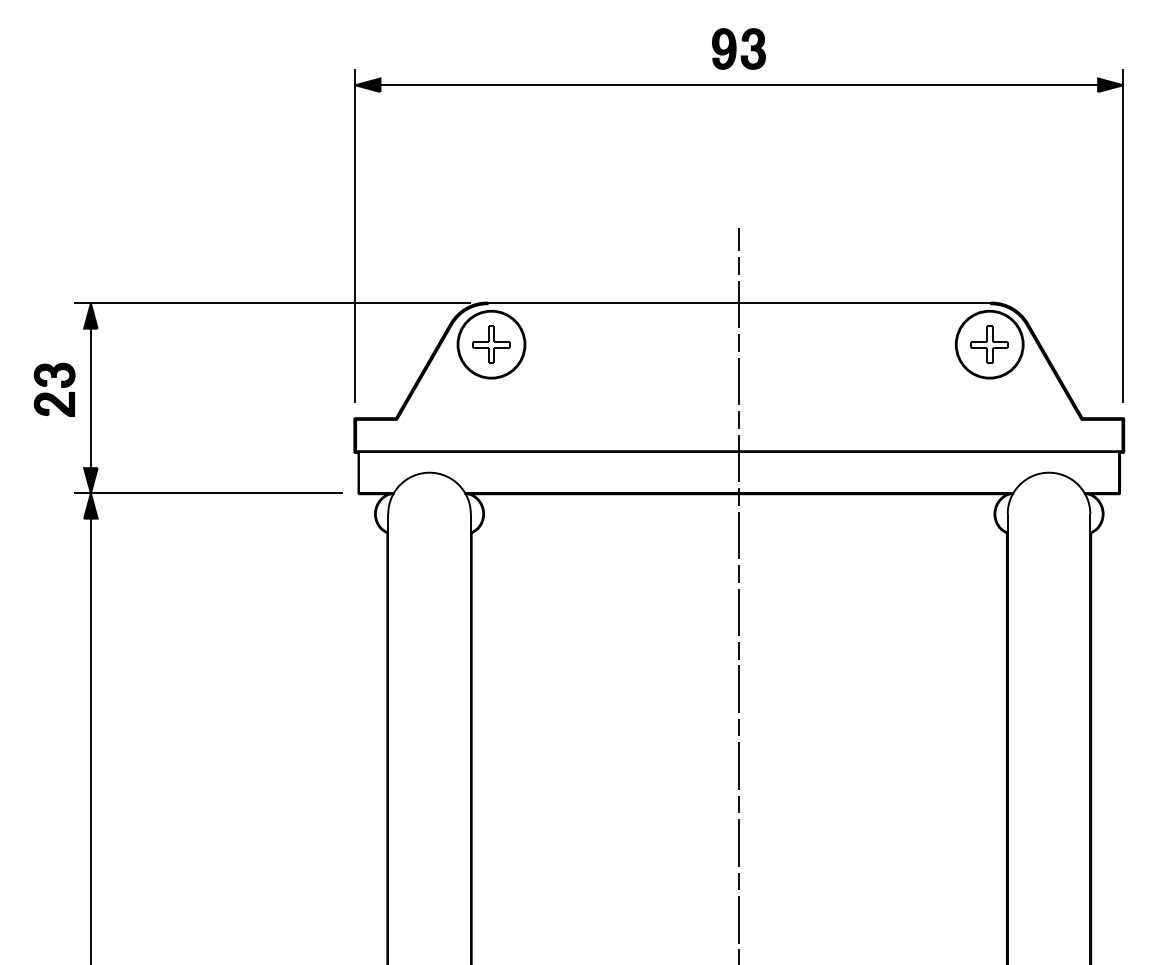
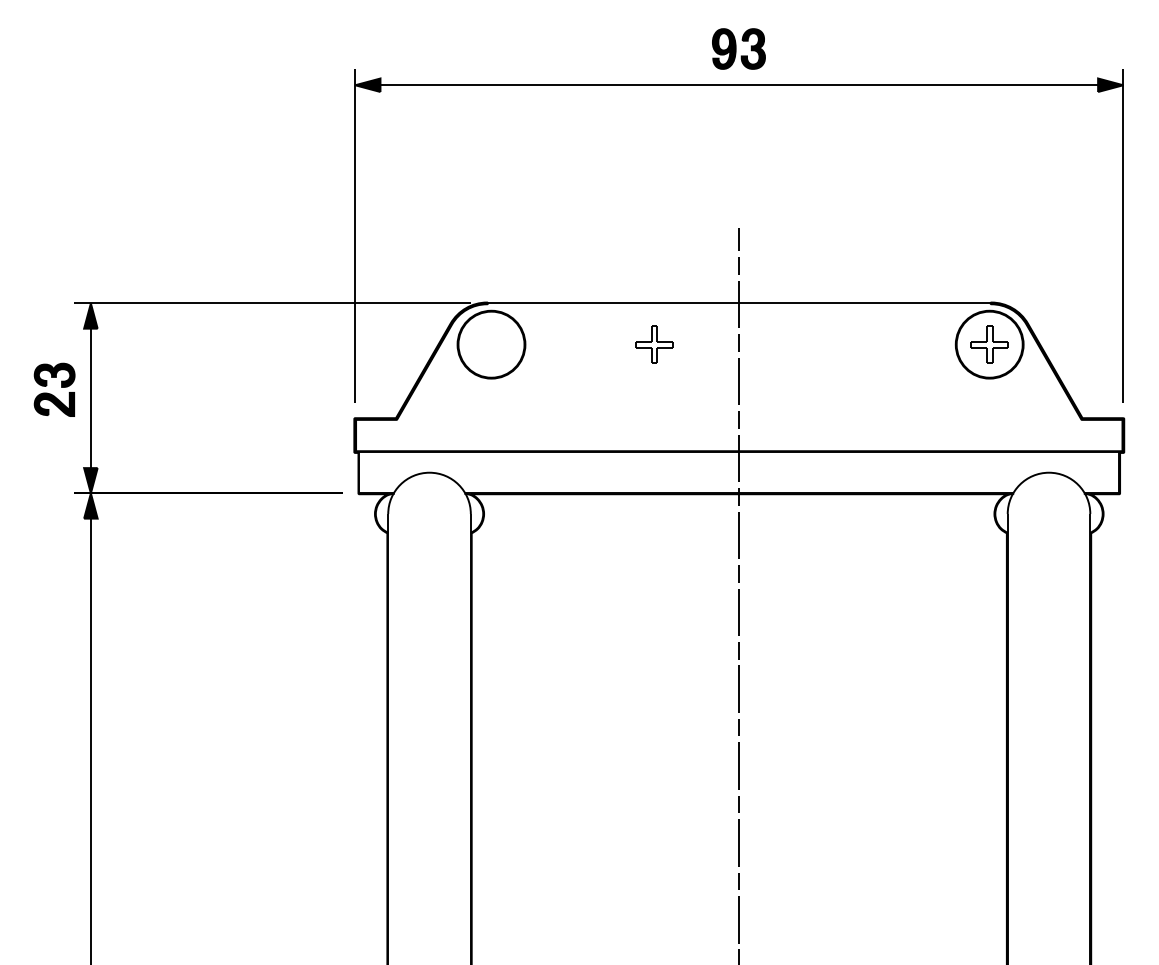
part at (491, 344) position: (491, 344) -> (654, 344)
